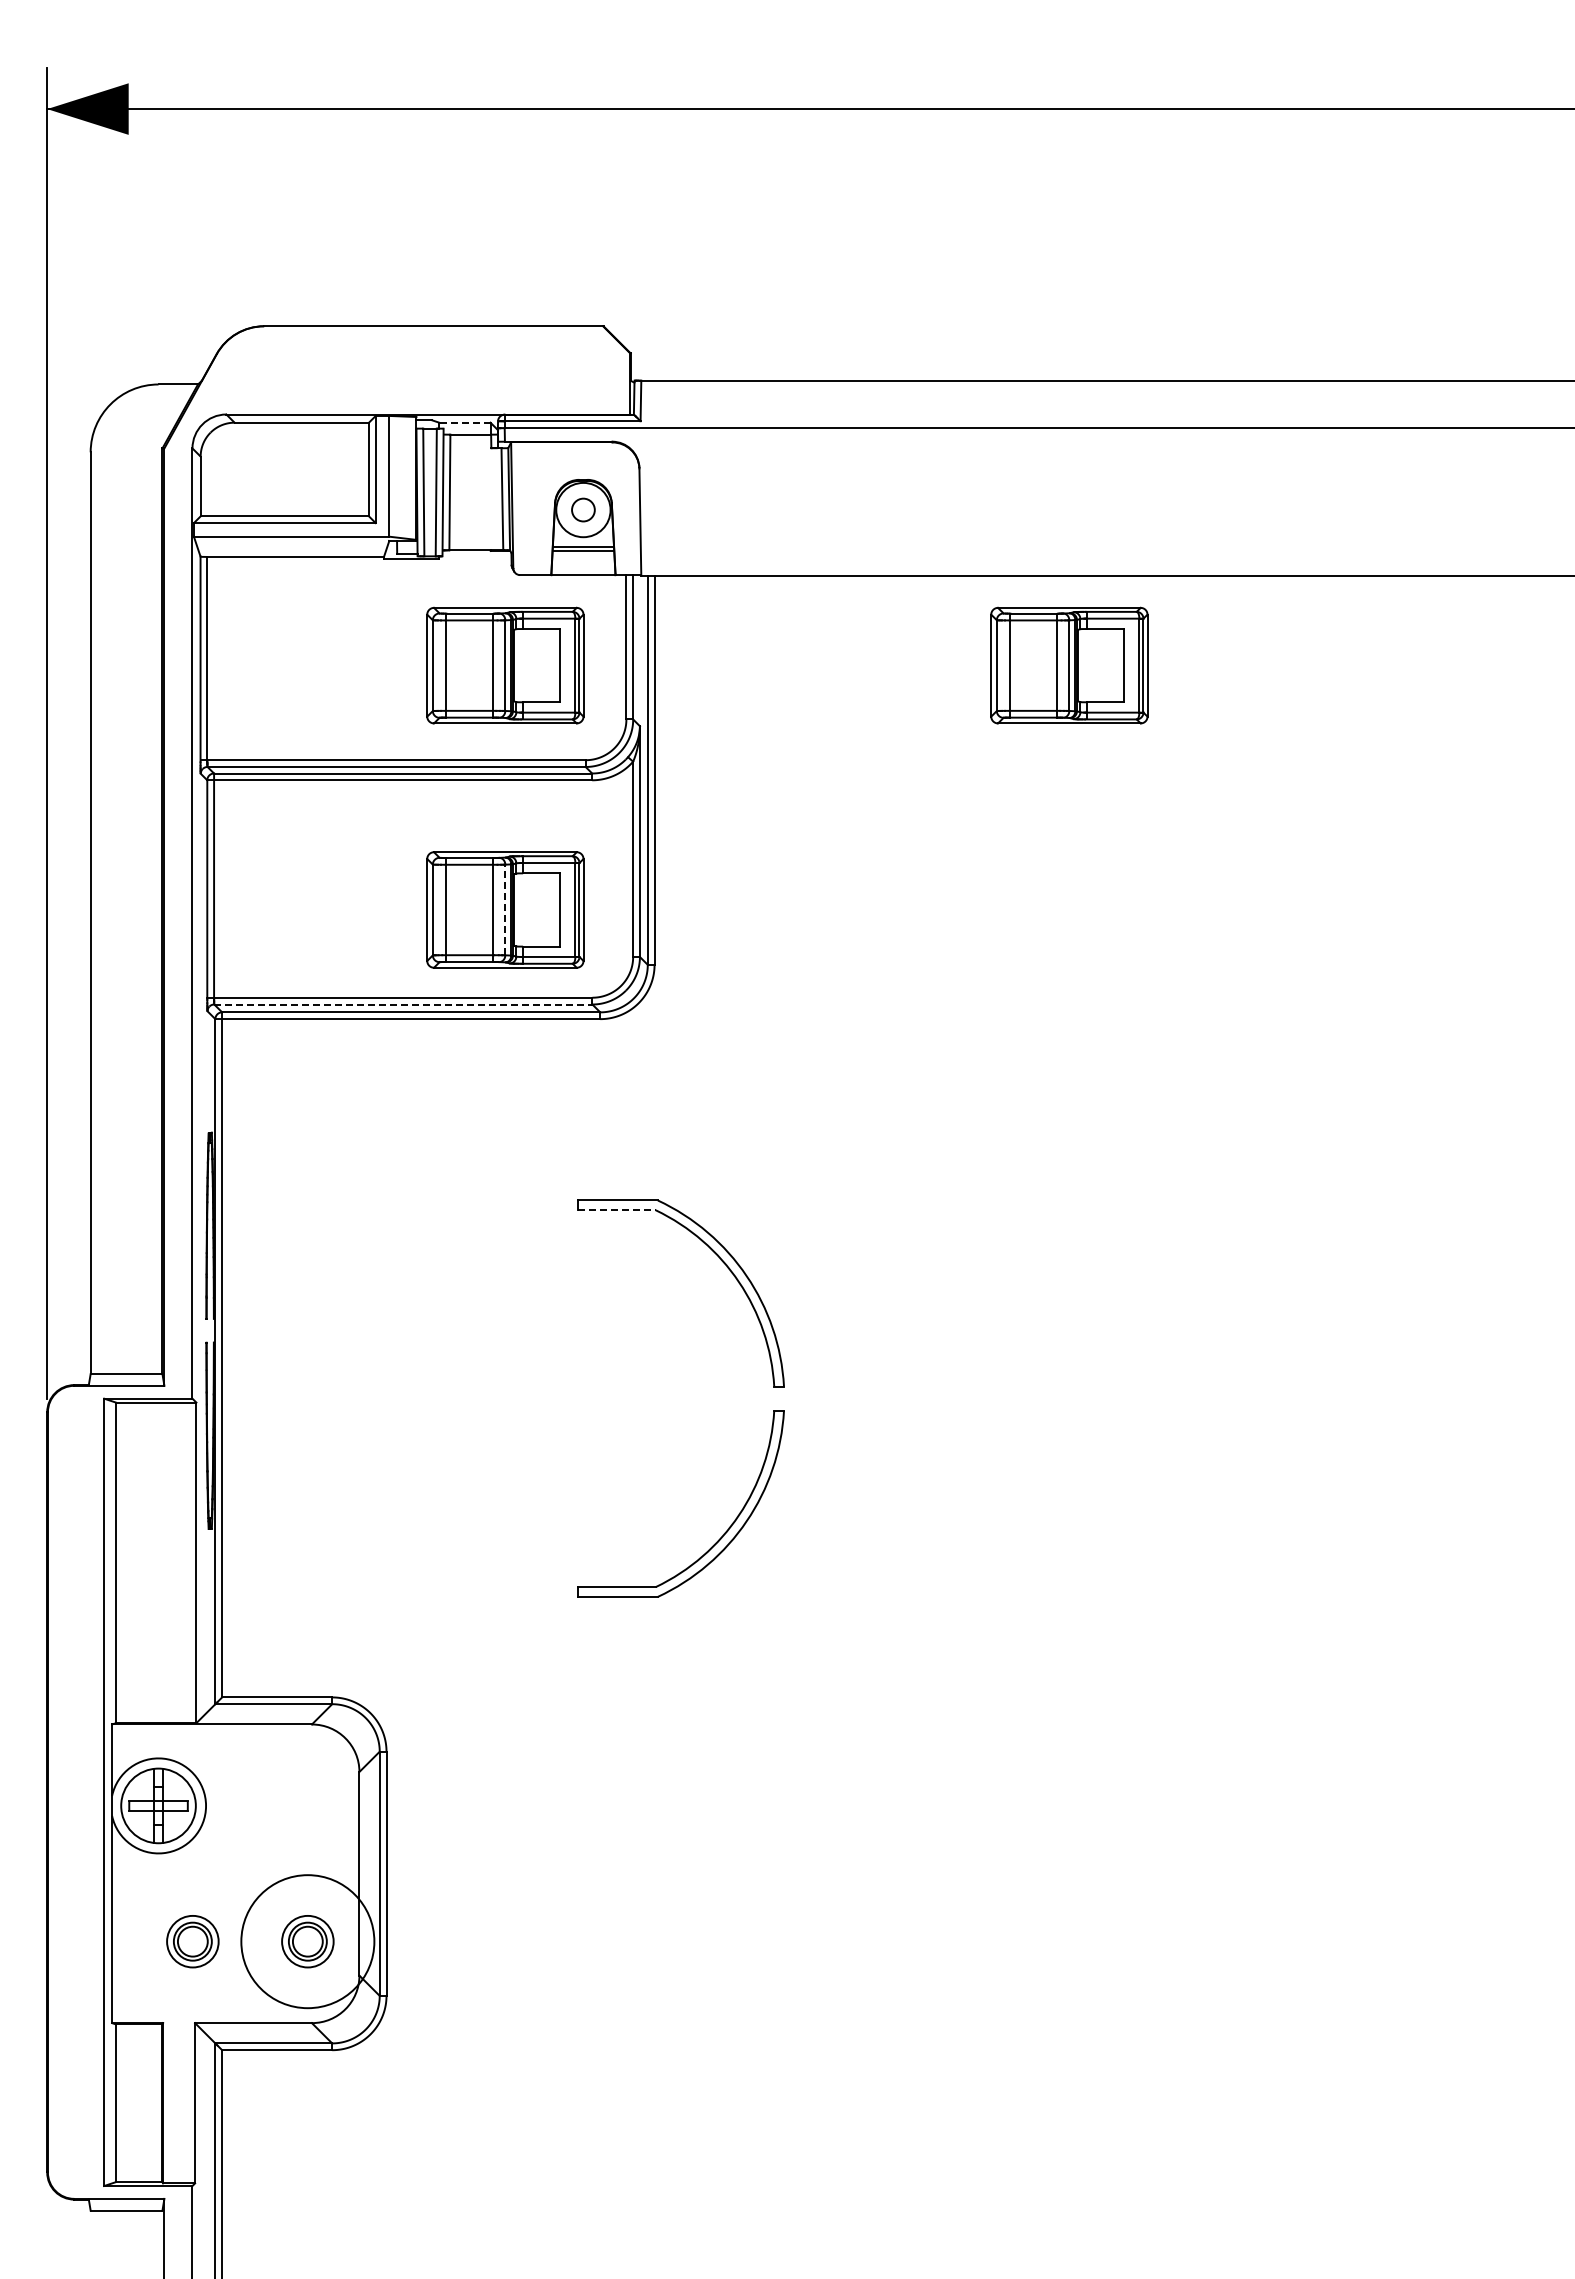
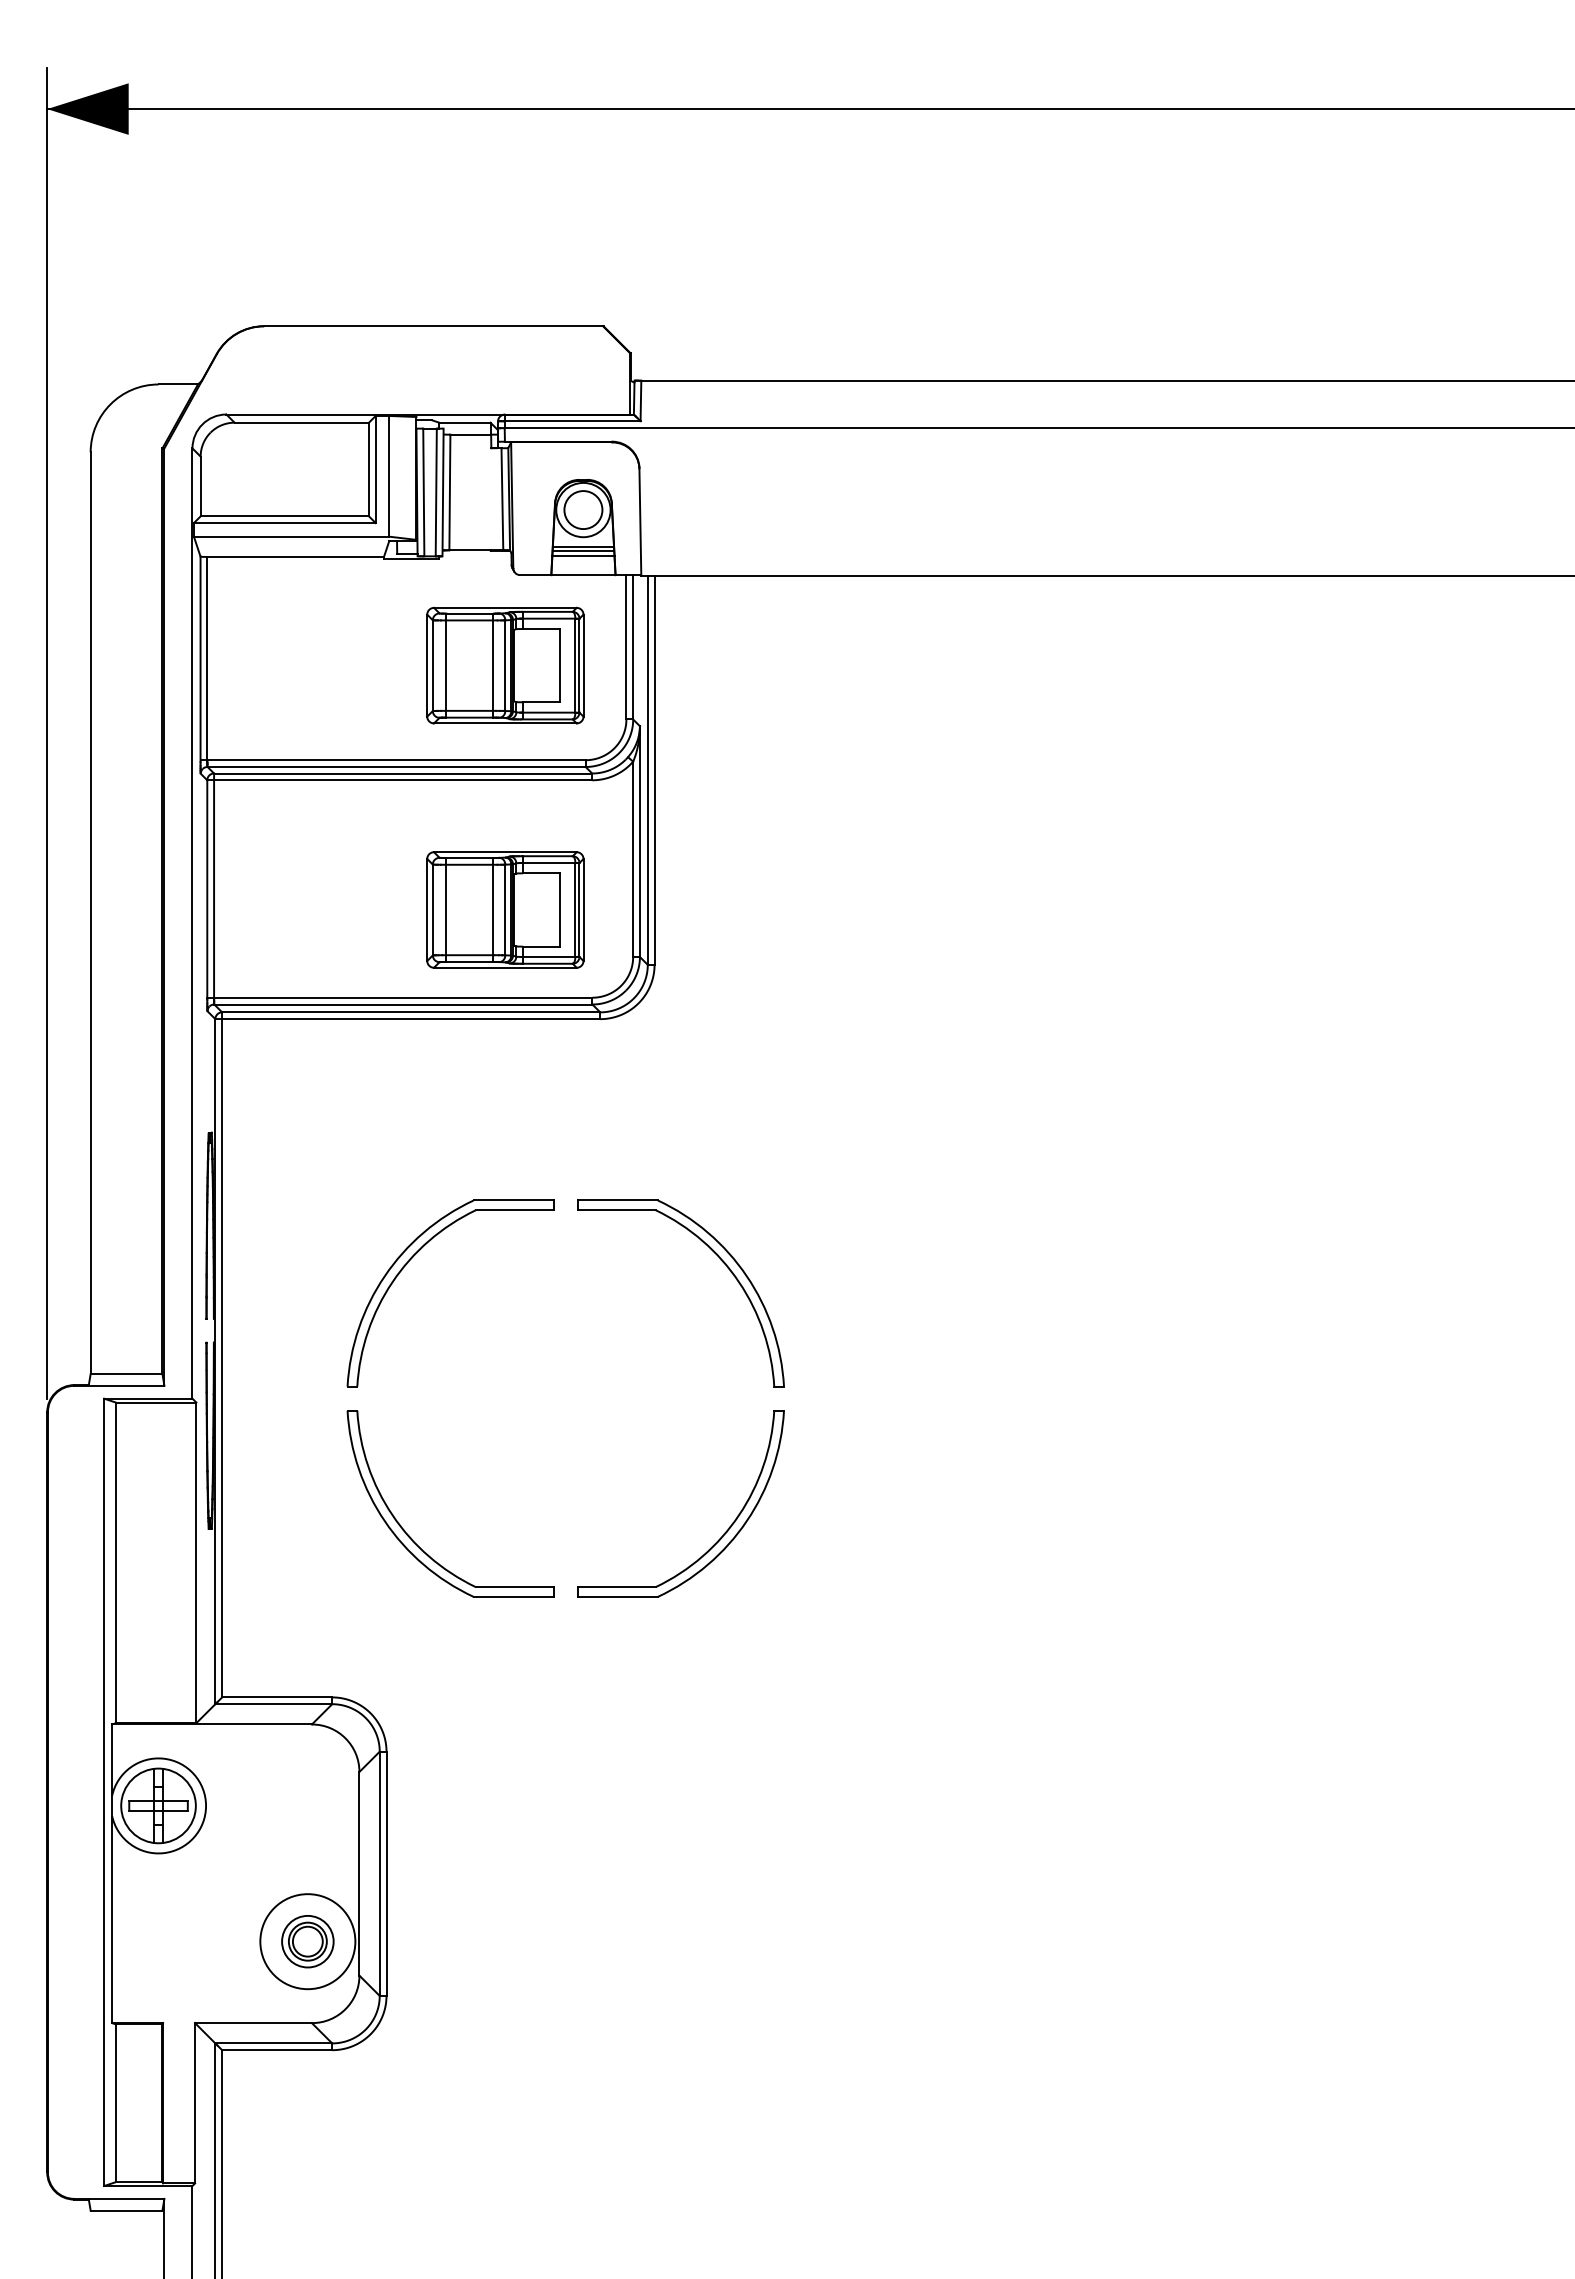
line at (464, 422): dashed -> solid
circle at (583, 509) diameter: 23 px -> 38 px
line at (583, 555): none -> present
part at (1069, 665): present -> none
line at (505, 909): dashed -> solid
line at (403, 1004): dashed -> solid
line at (616, 1210): dashed -> solid
part at (414, 1256): none -> present
part at (412, 1538): none -> present
part at (192, 1941): present -> none
circle at (307, 1941) diameter: 133 px -> 95 px
